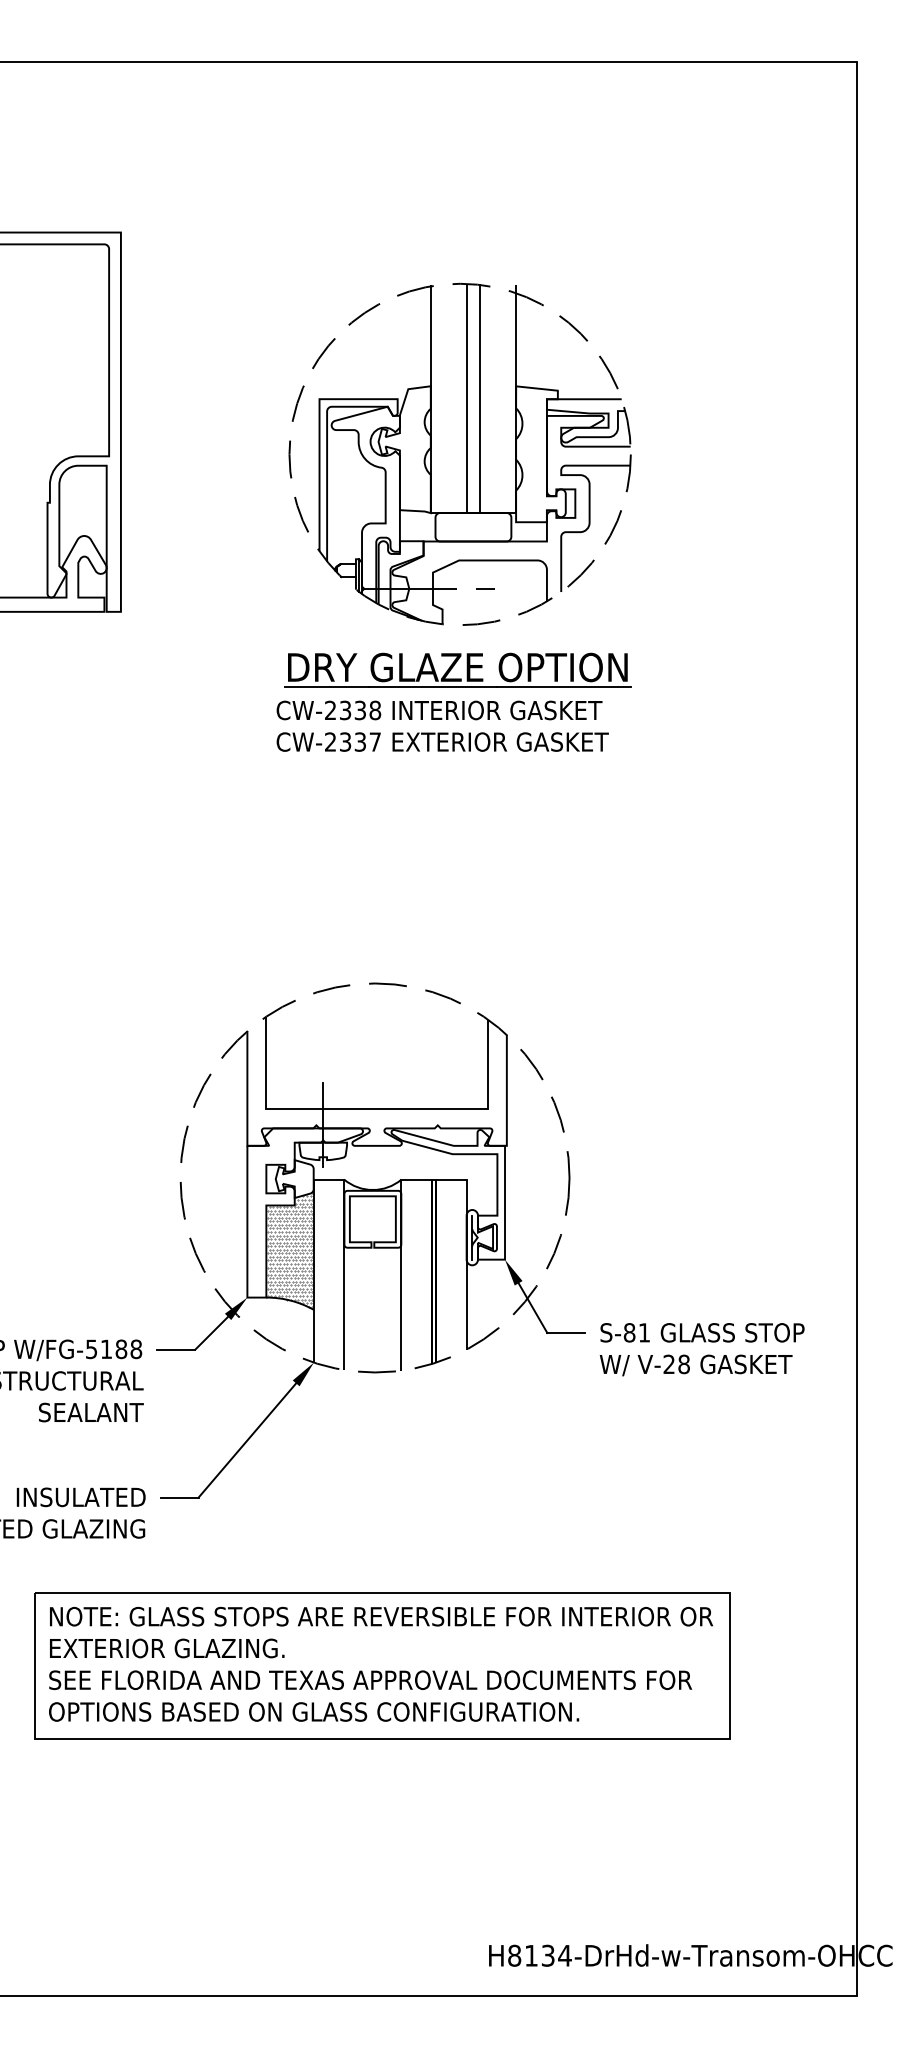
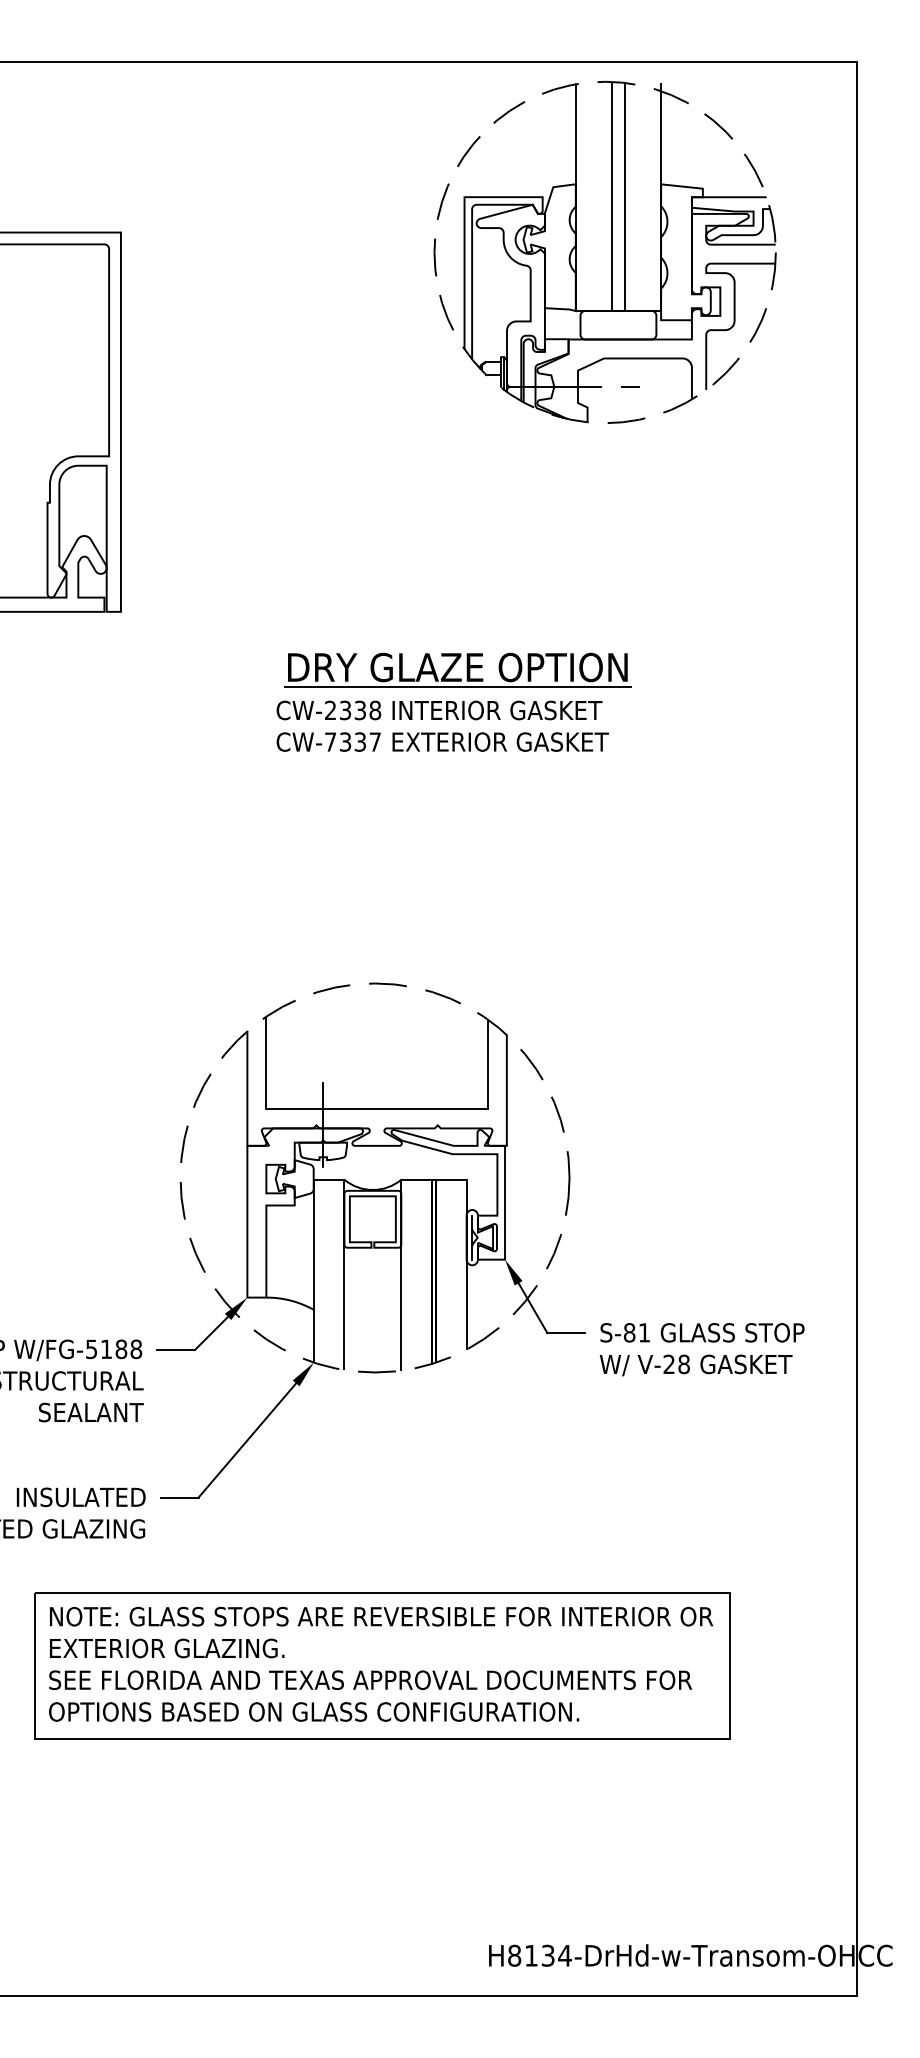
part at (466, 453) position: (466, 453) -> (611, 251)
text at (330, 741): CW-2337 -> CW-7337
hatch at (289, 1249): present -> none
